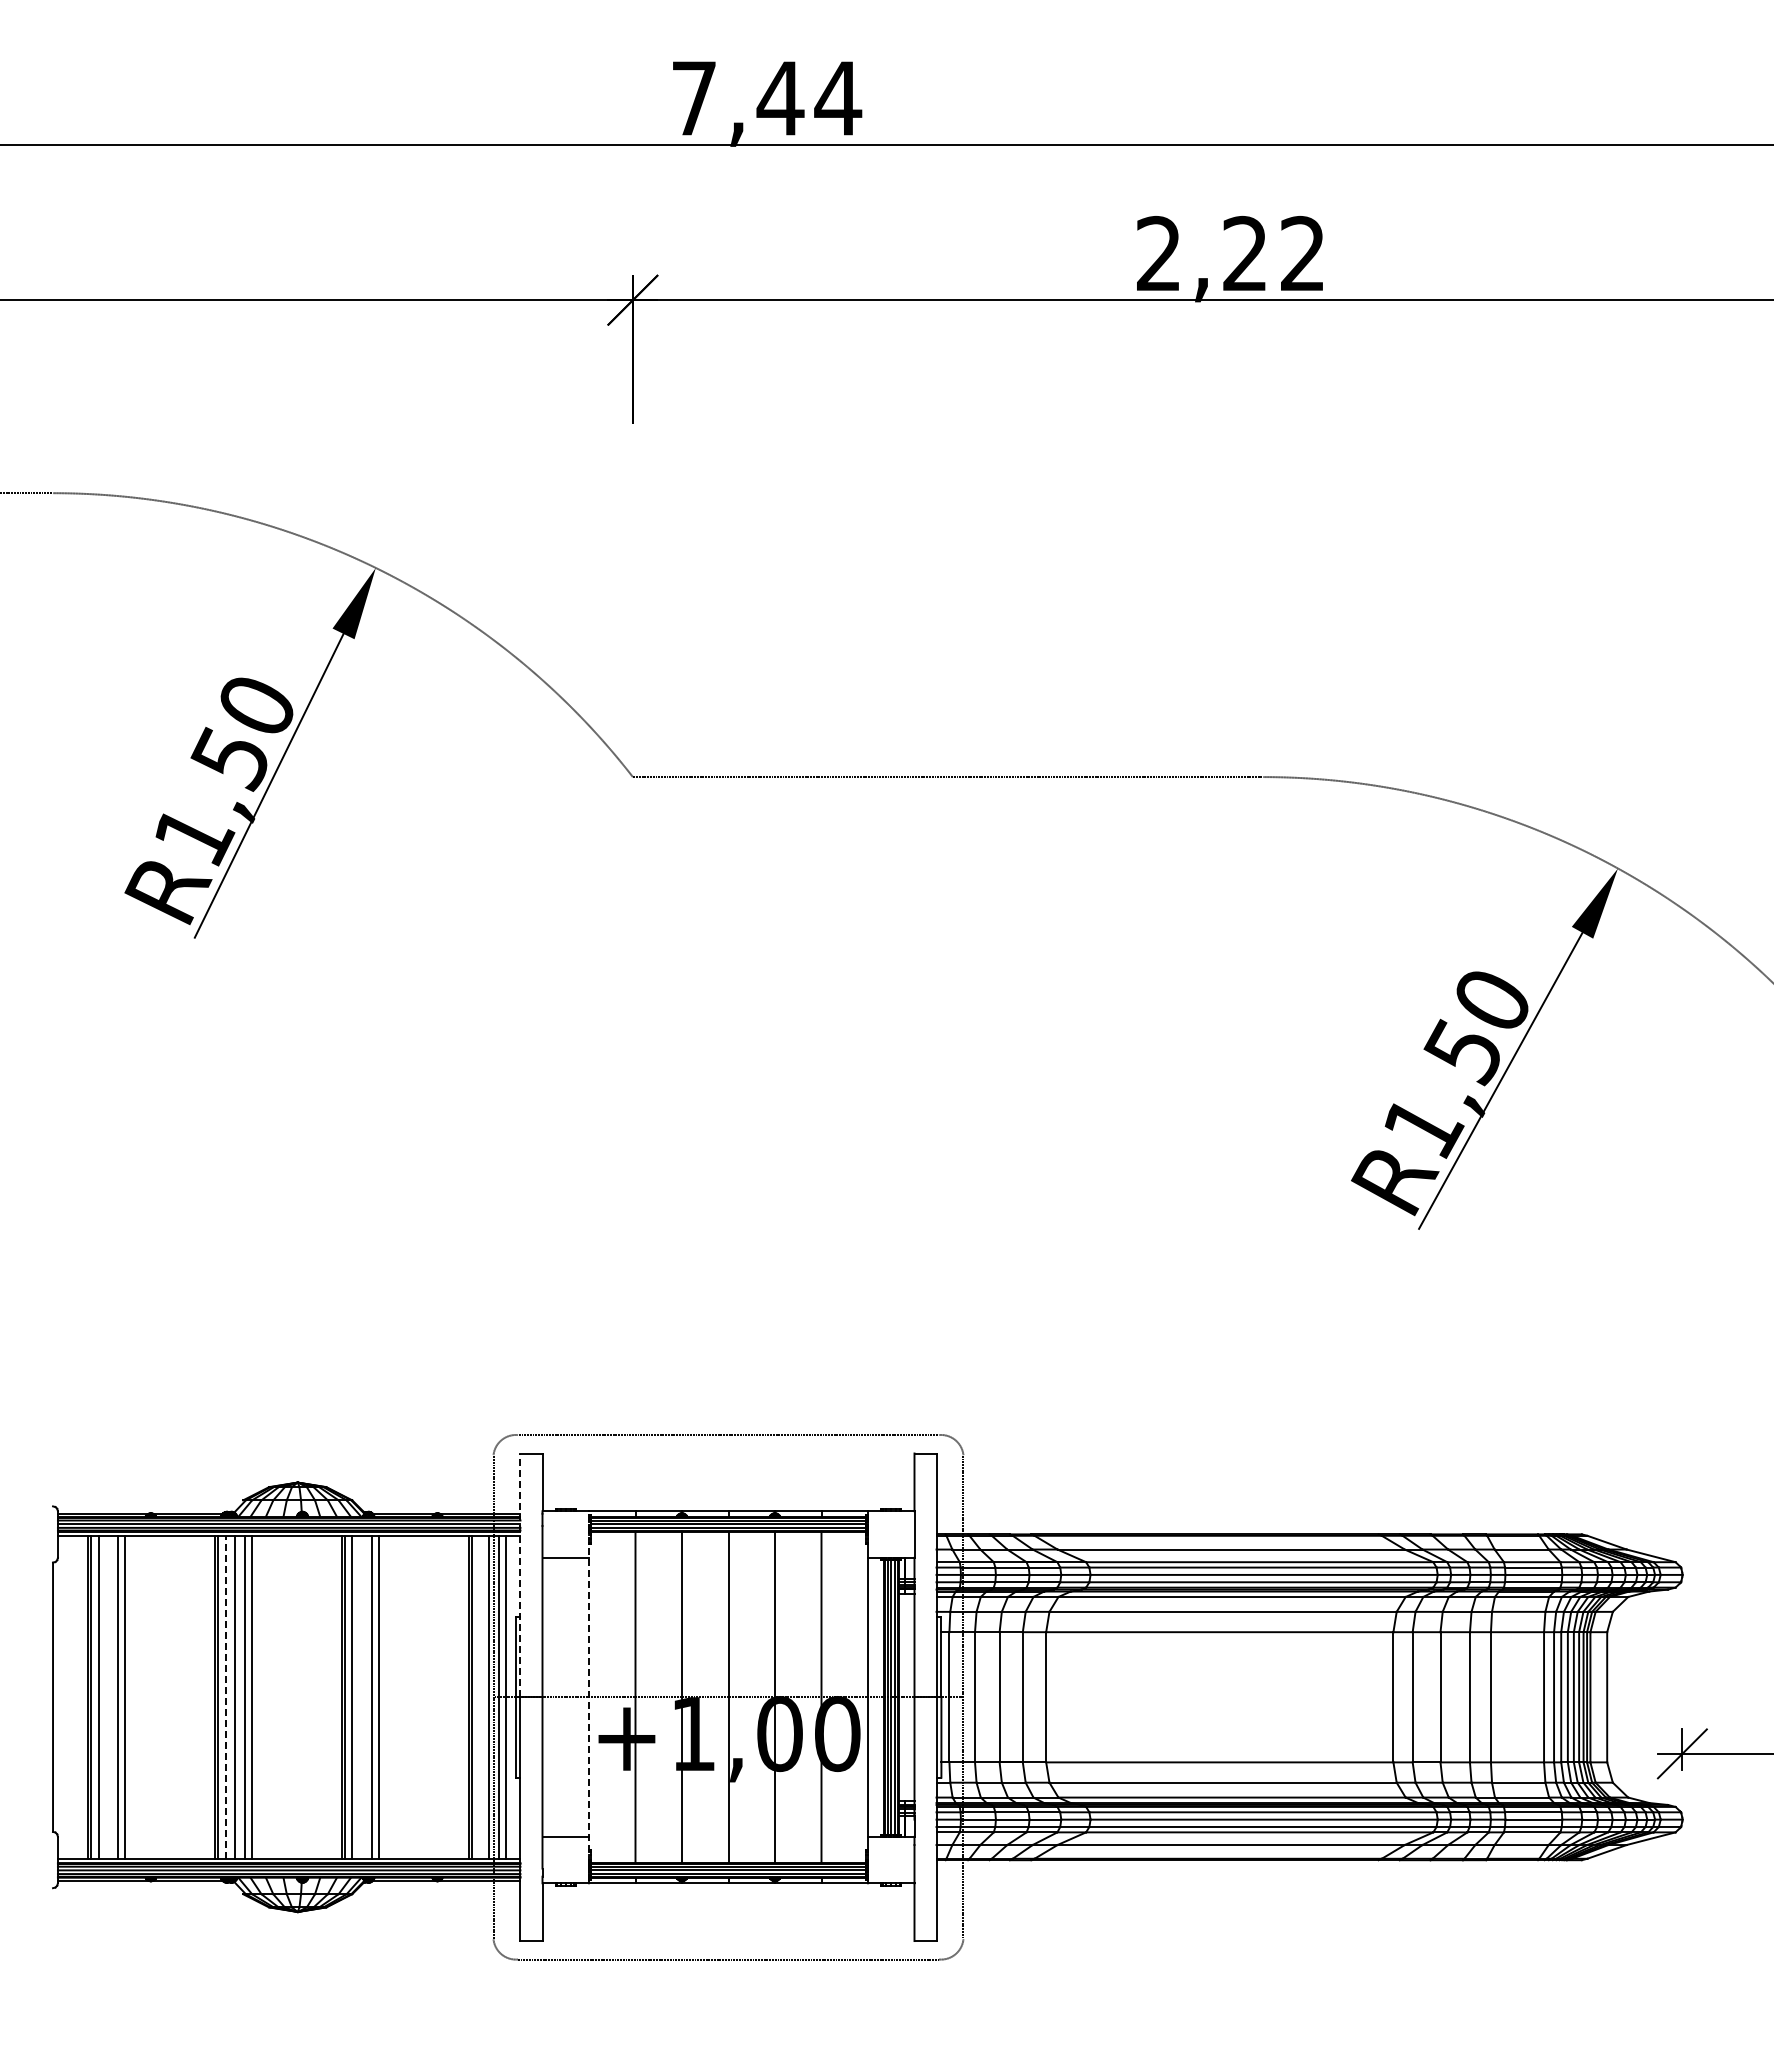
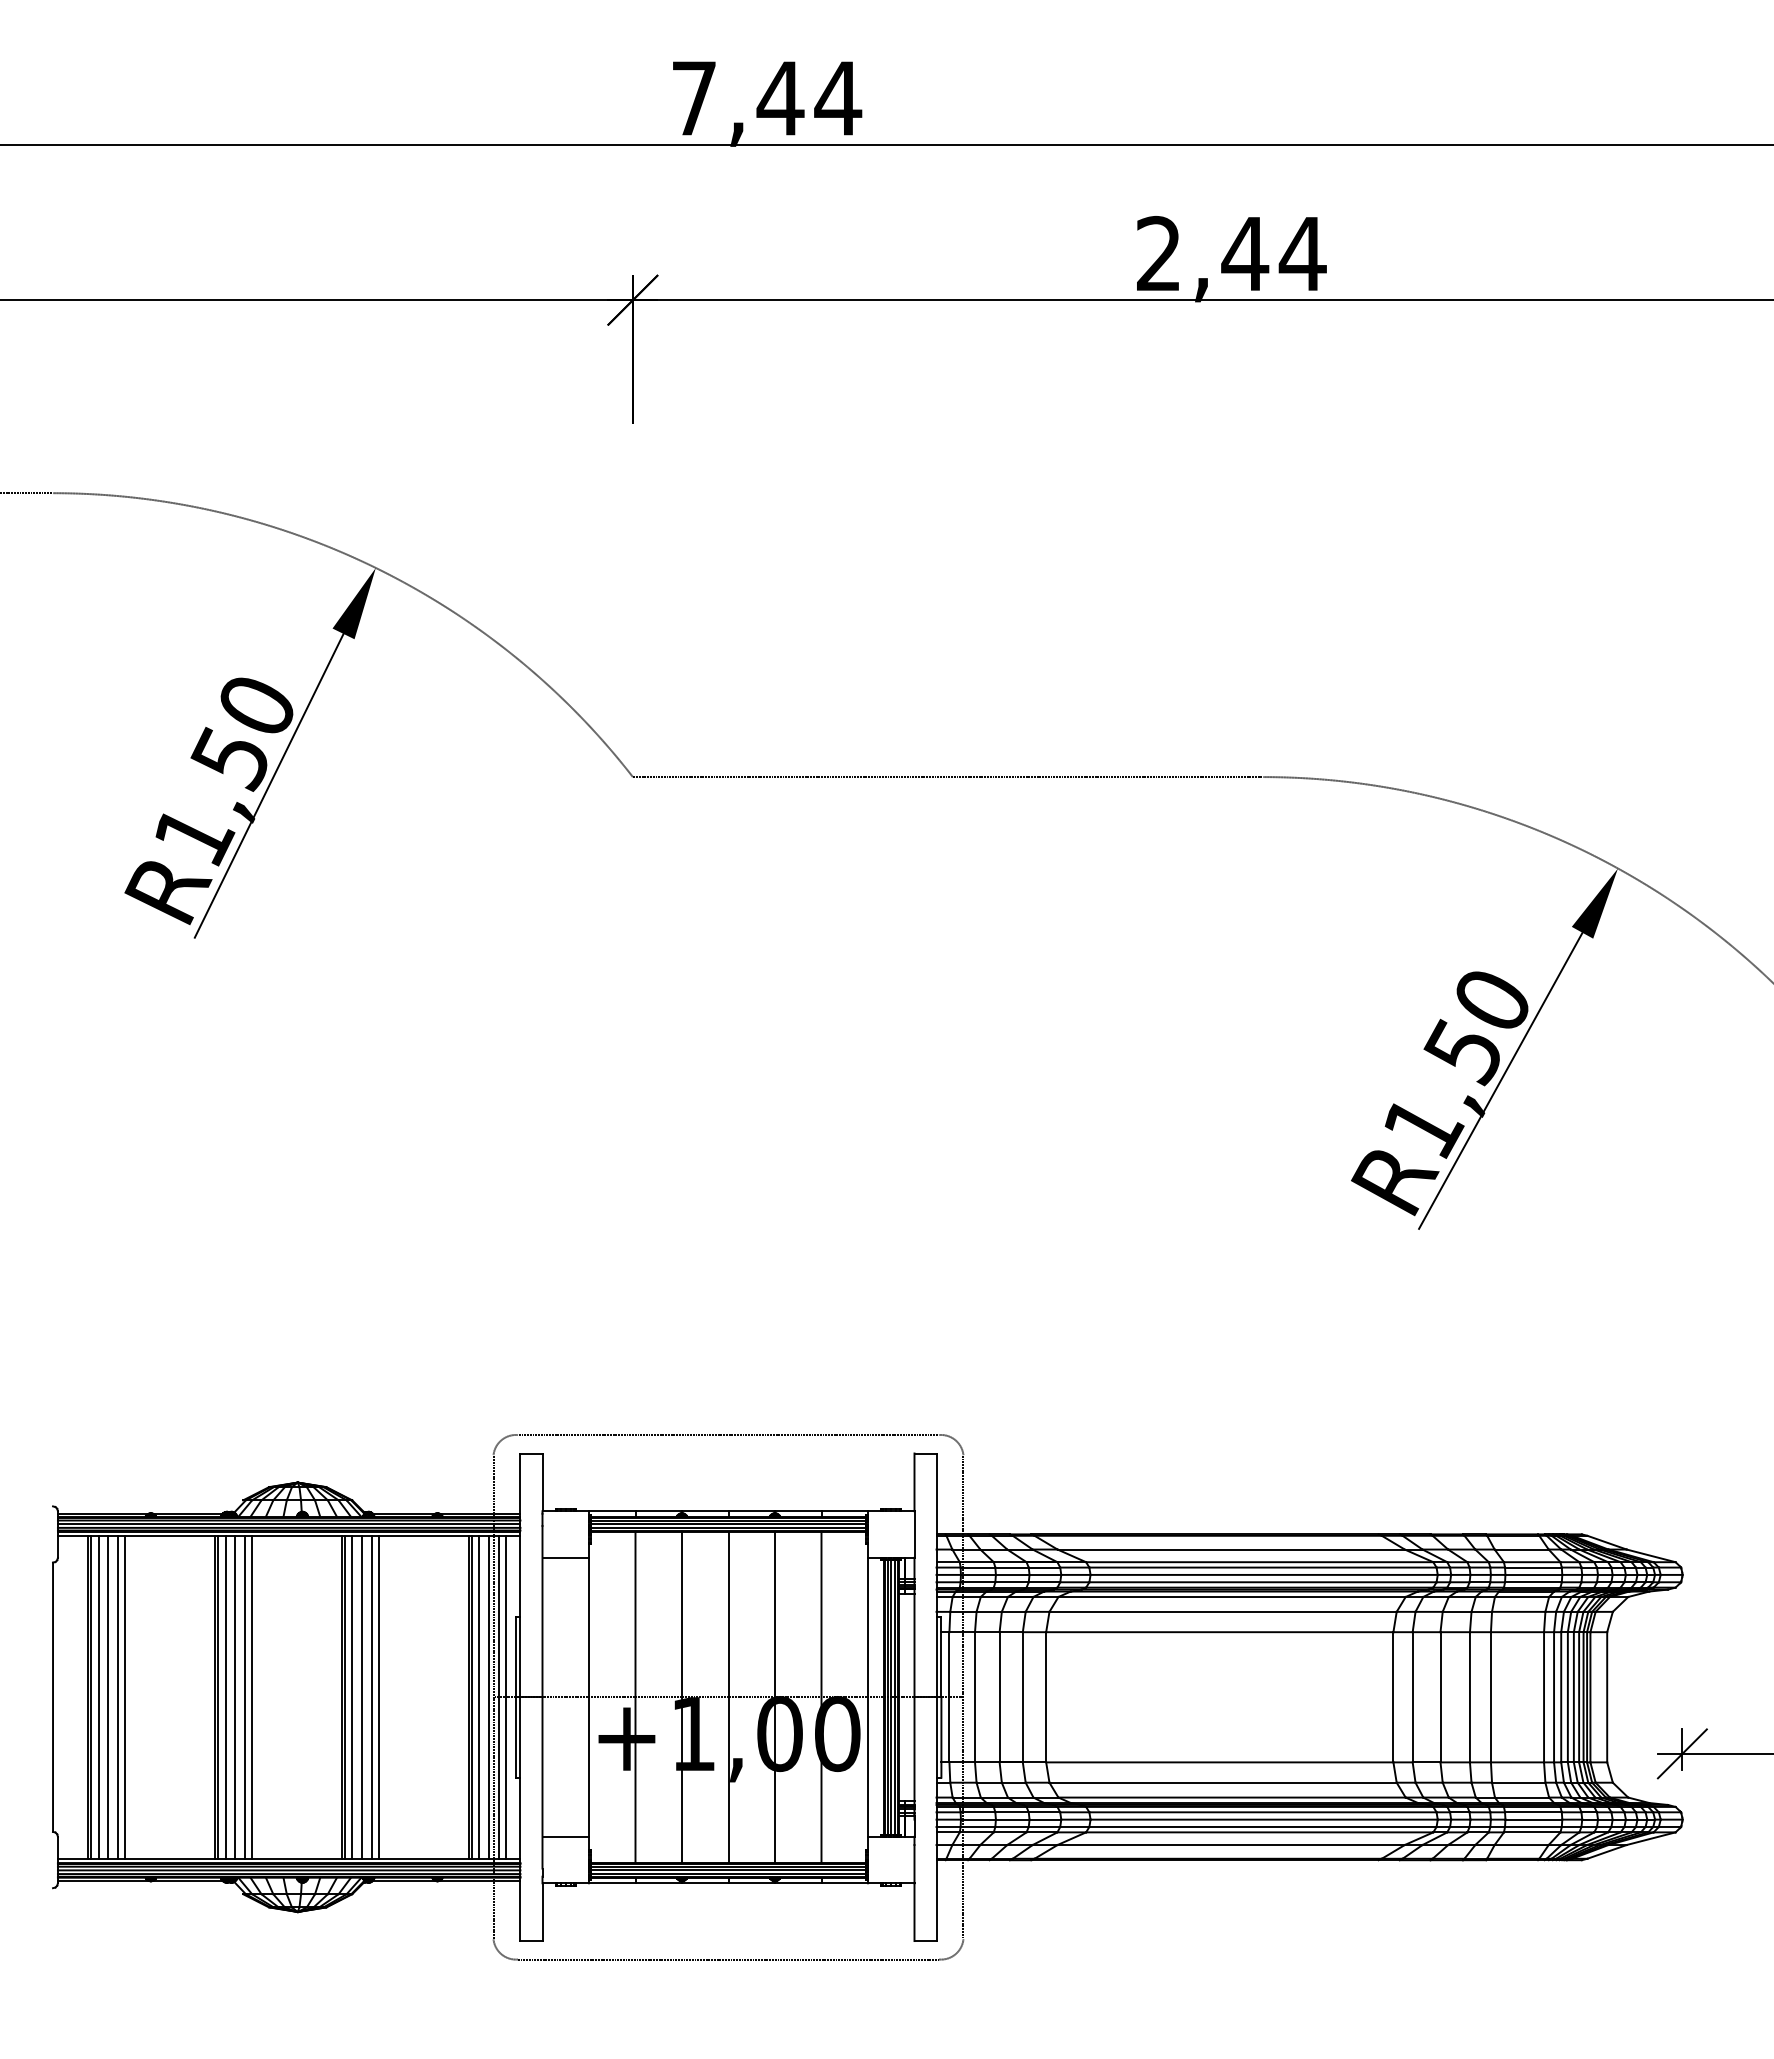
text at (1273, 252): 2,22 -> 2,44
line at (520, 1575): dashed -> solid
line at (588, 1686): dashed -> solid
line at (108, 1696): none -> present
line at (362, 1696): none -> present
line at (479, 1696): none -> present
line at (225, 1697): dashed -> solid
